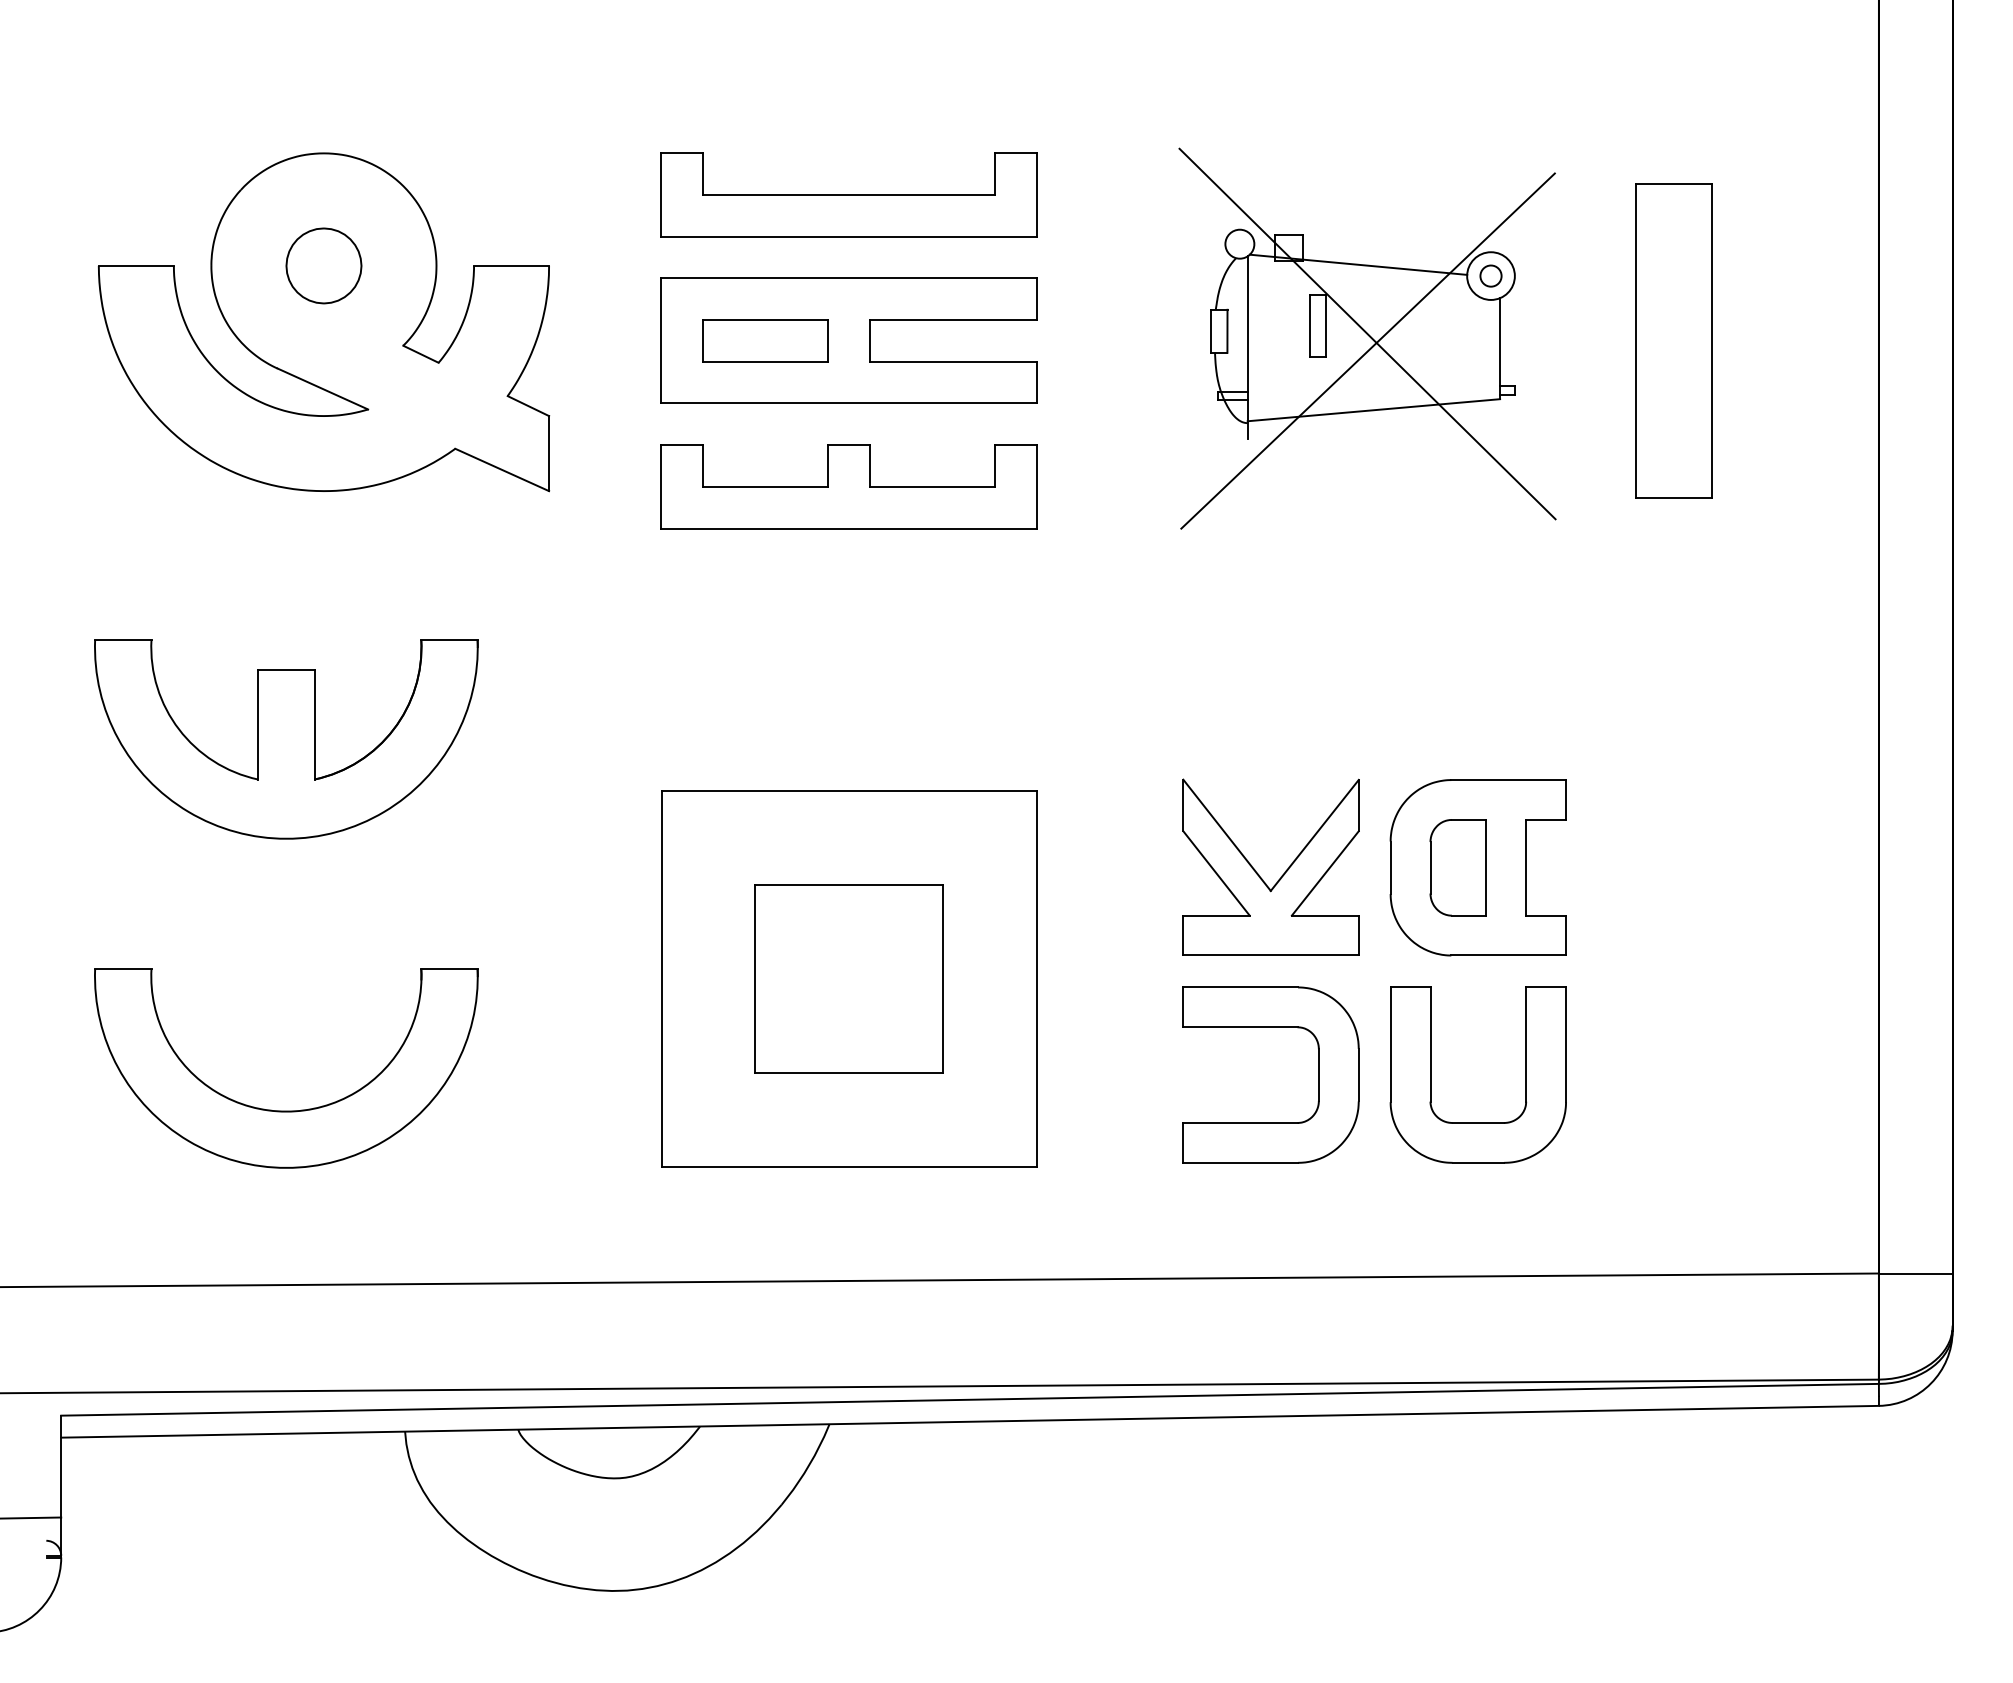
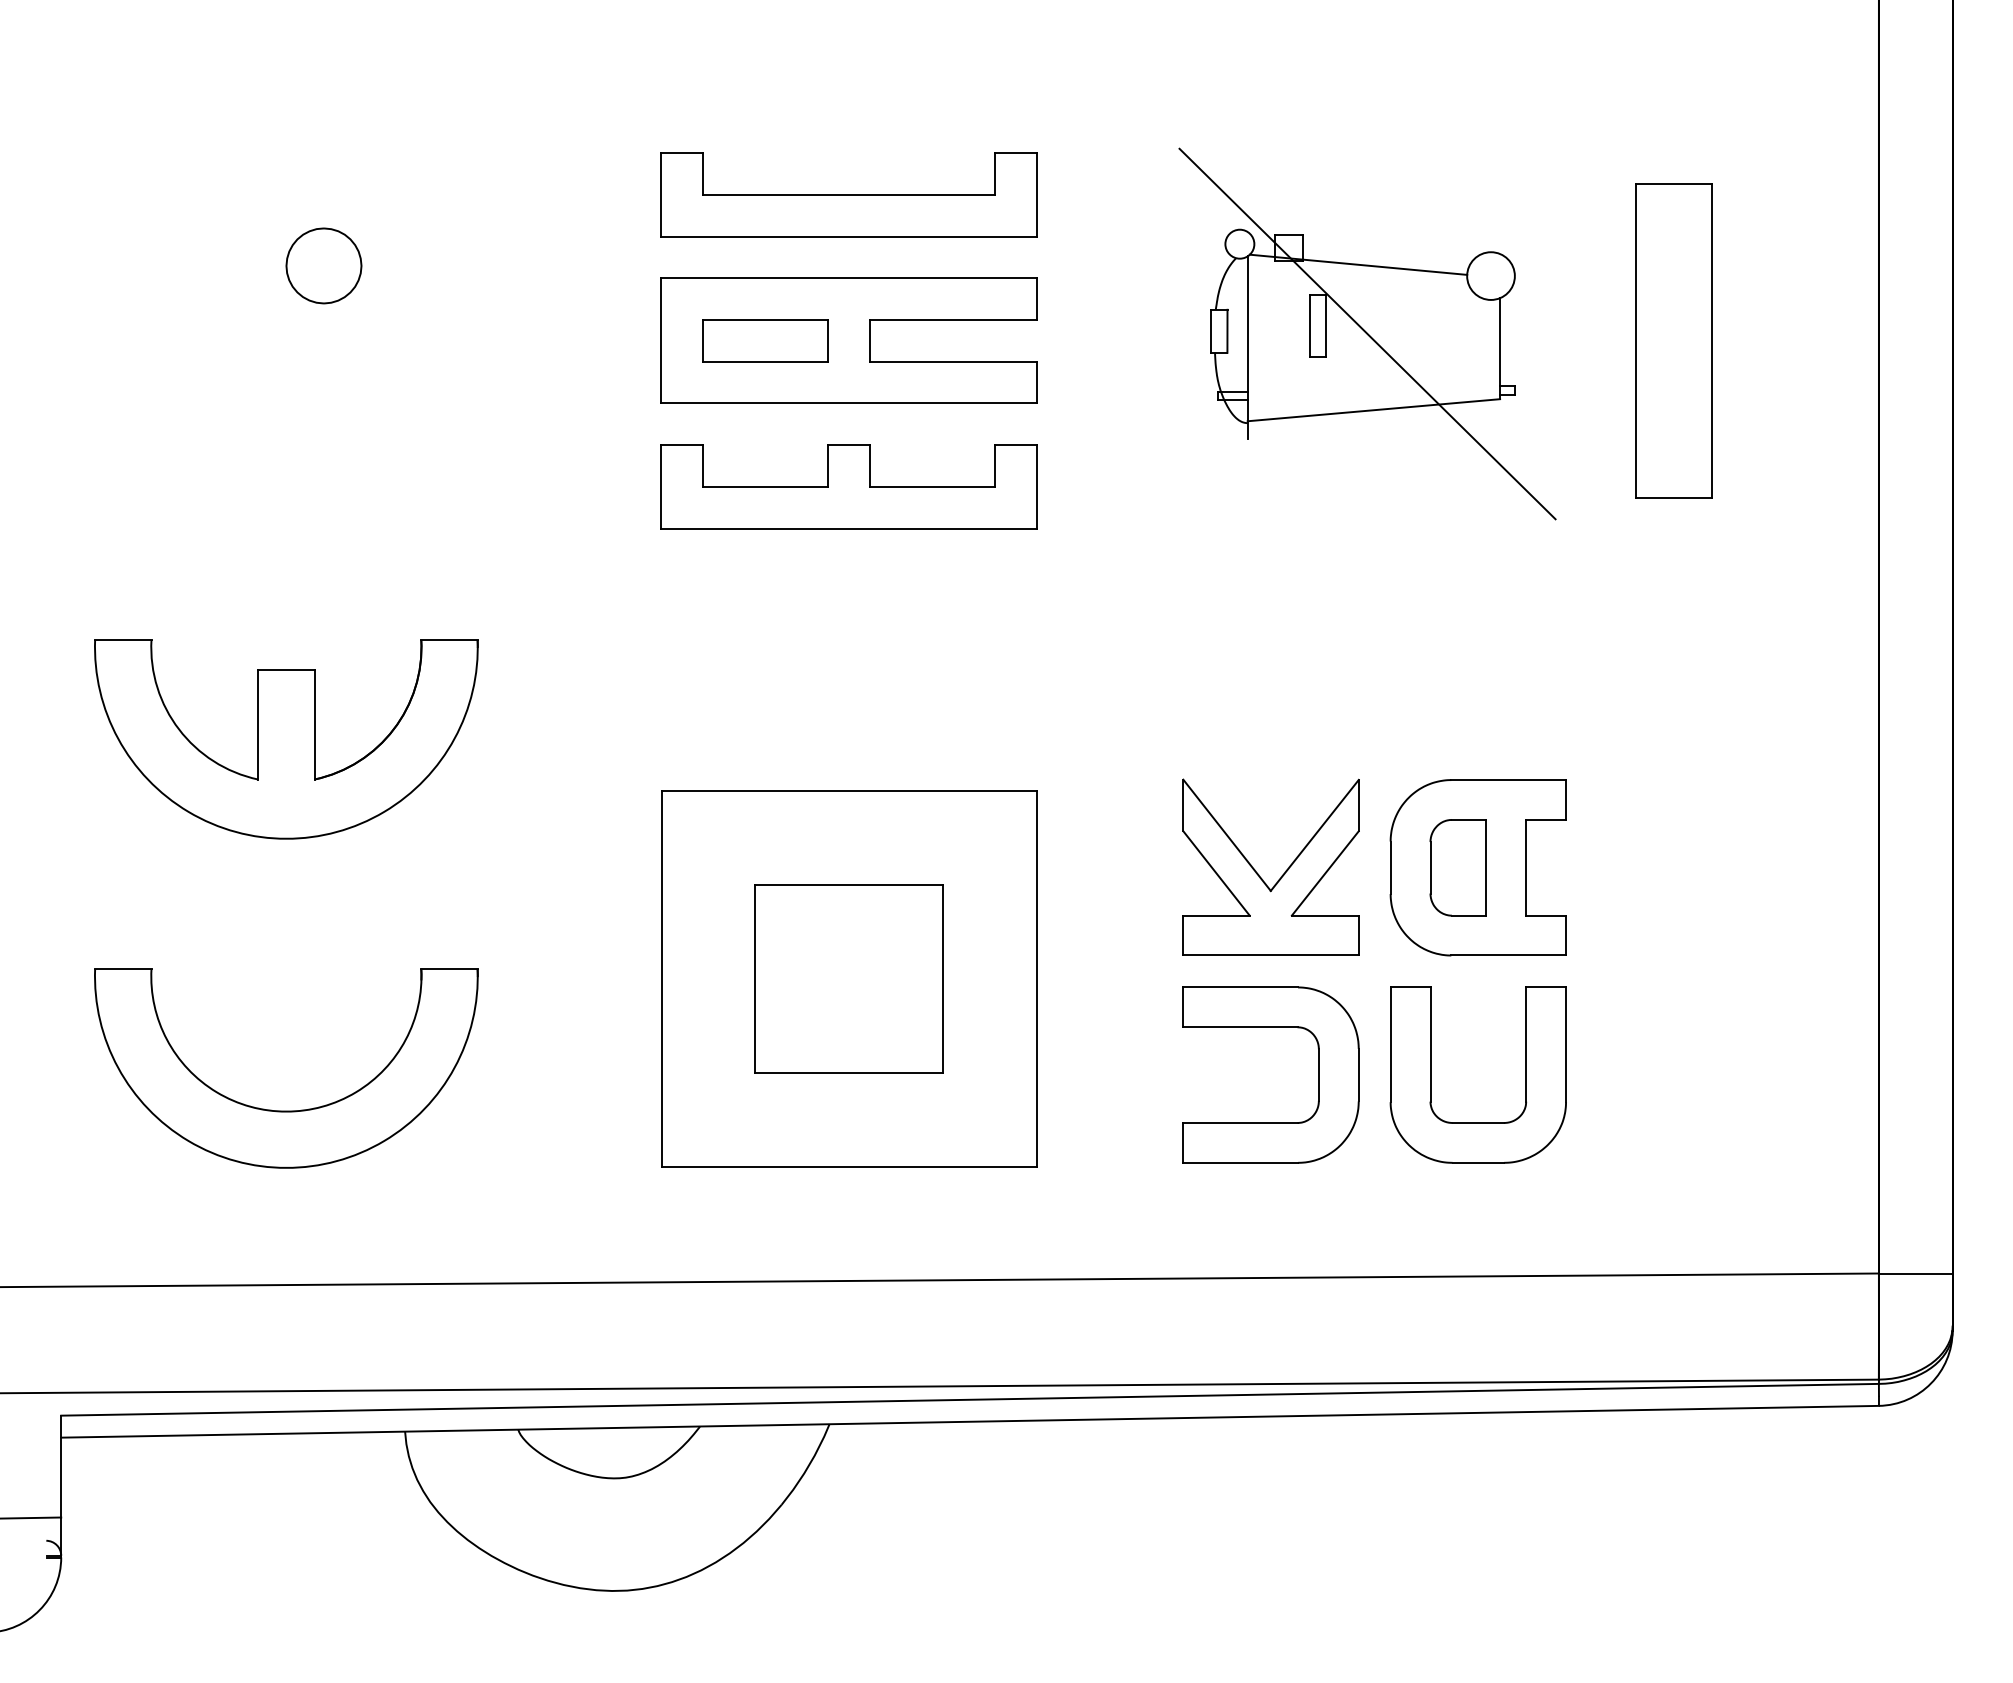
part at (1490, 275): present -> none
part at (324, 322): present -> none
line at (1367, 350): present -> none
